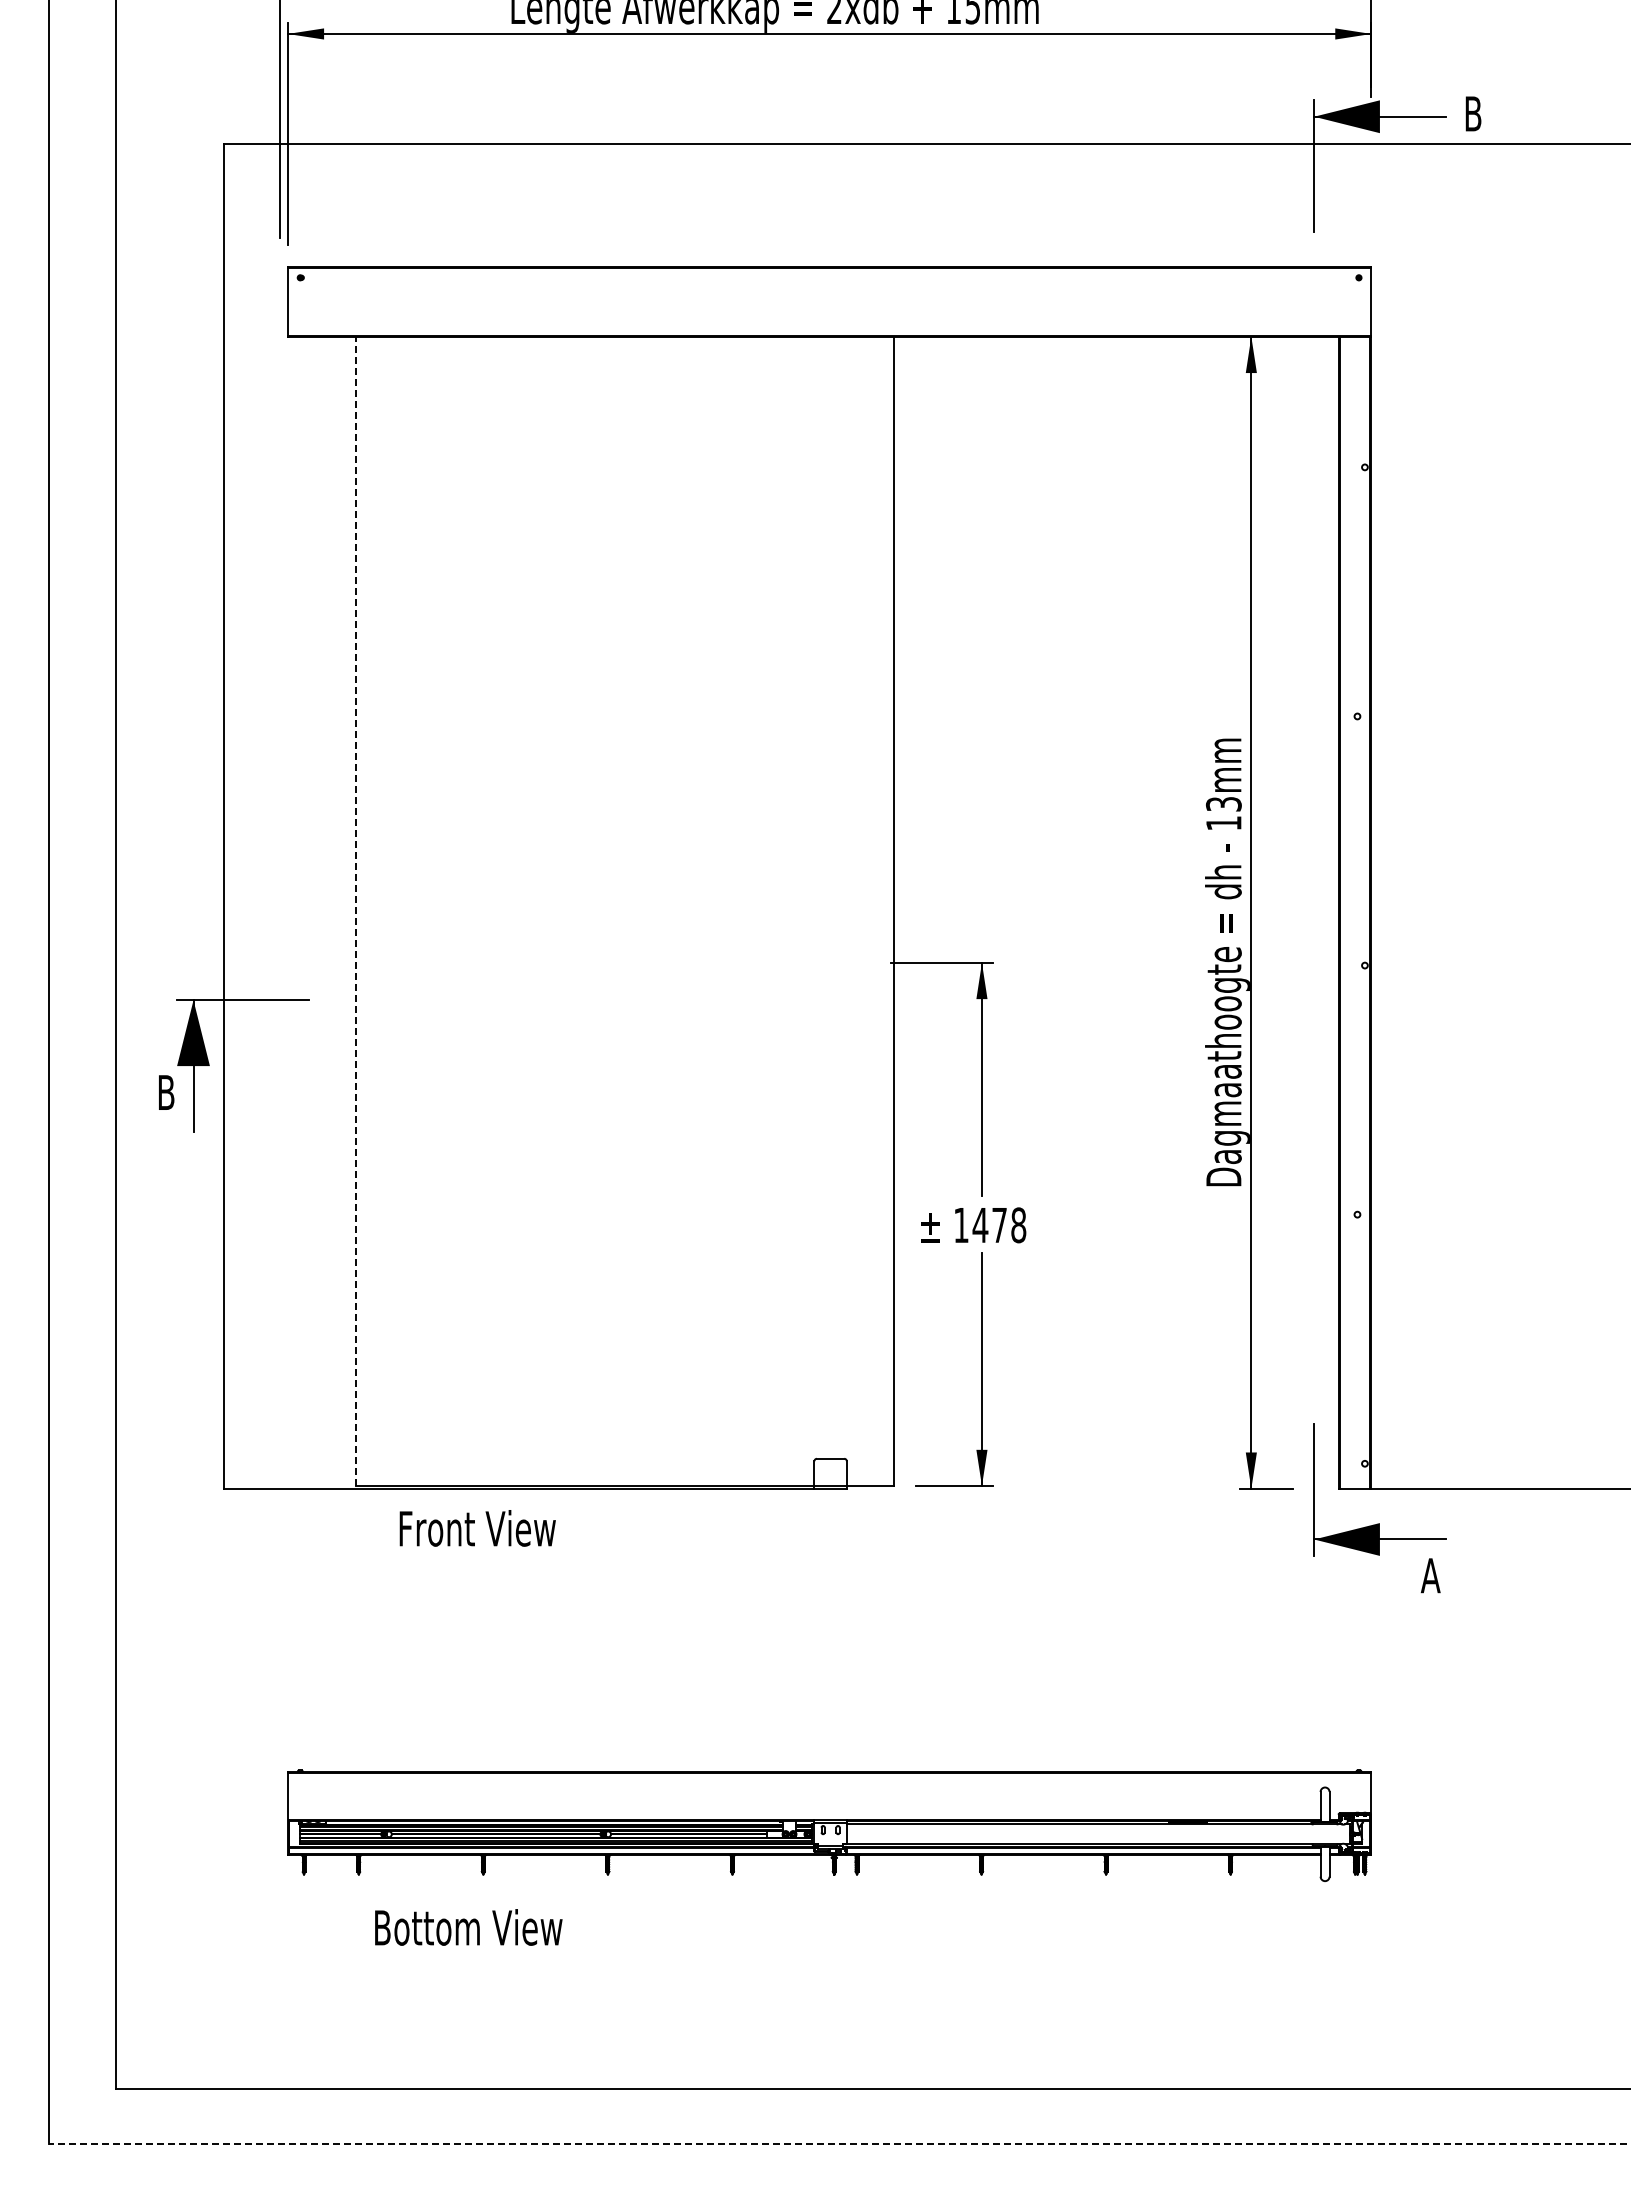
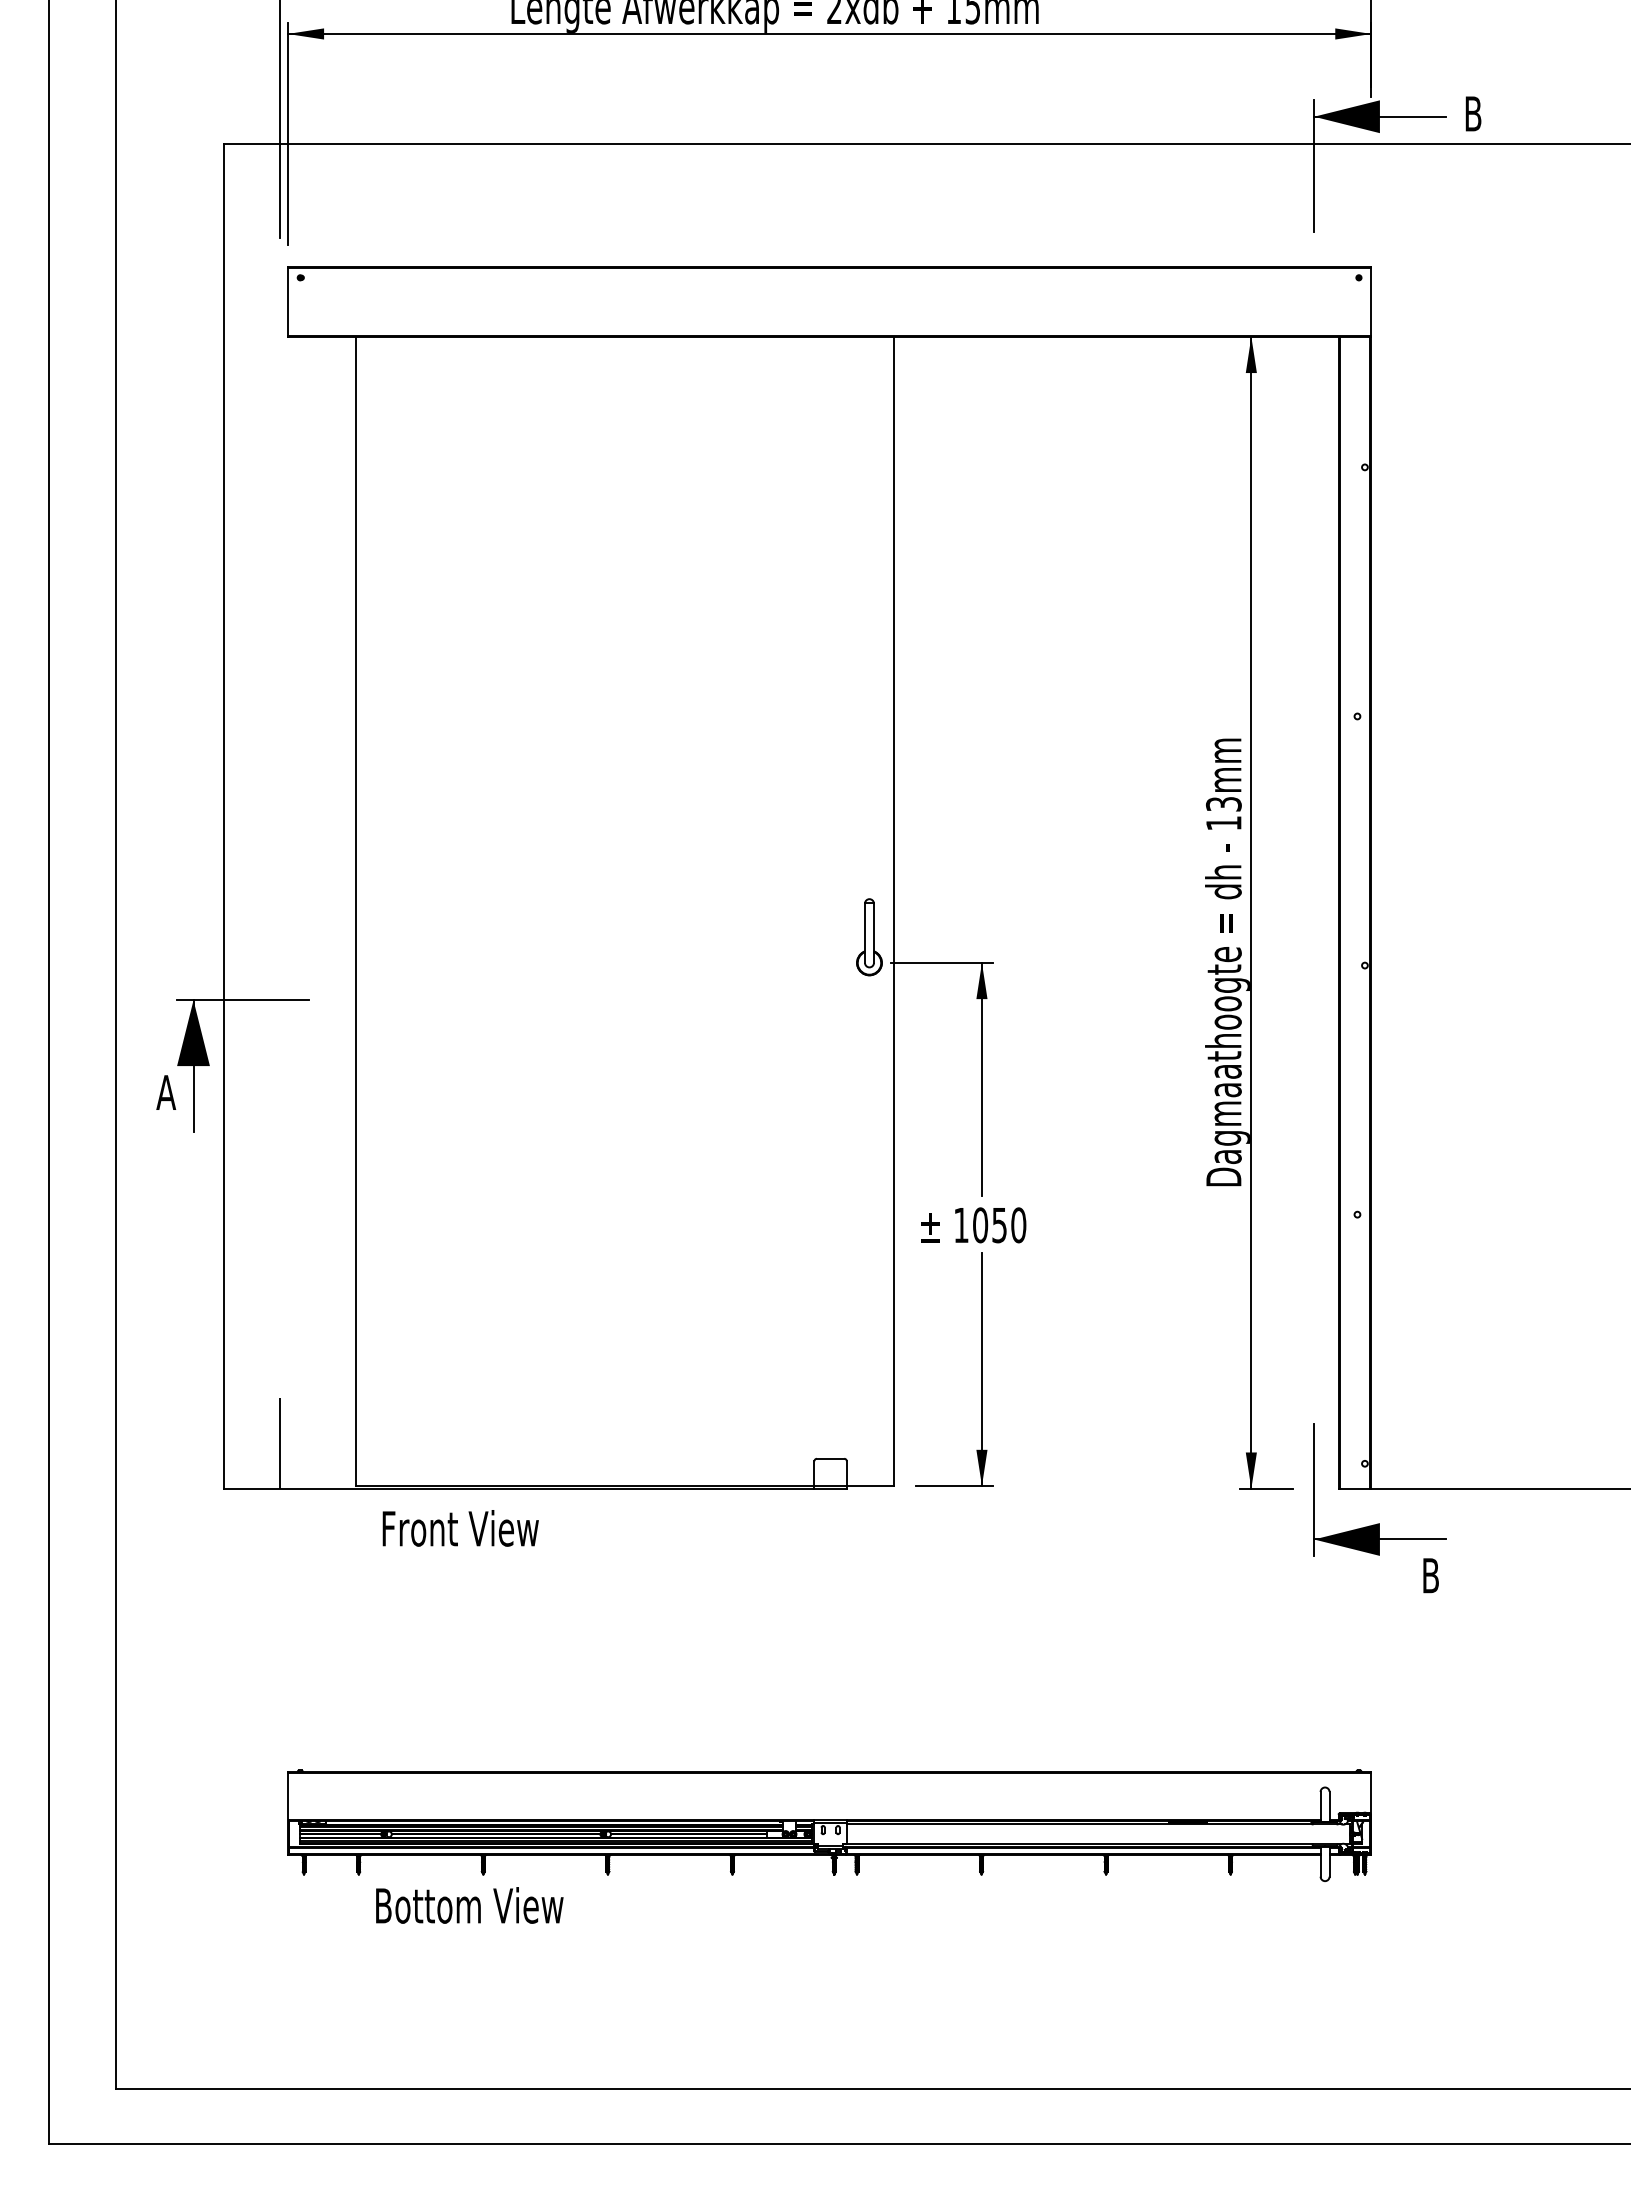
line at (356, 911): dashed -> solid
part at (869, 937): none -> present
text at (166, 1092): B -> A
text at (999, 1225): 1478 -> 1050
line at (280, 1443): none -> present
text at (477, 1528) position: (477, 1528) -> (460, 1528)
text at (1430, 1575): A -> B
text at (468, 1927) position: (468, 1927) -> (469, 1905)
line at (839, 2143): dashed -> solid
